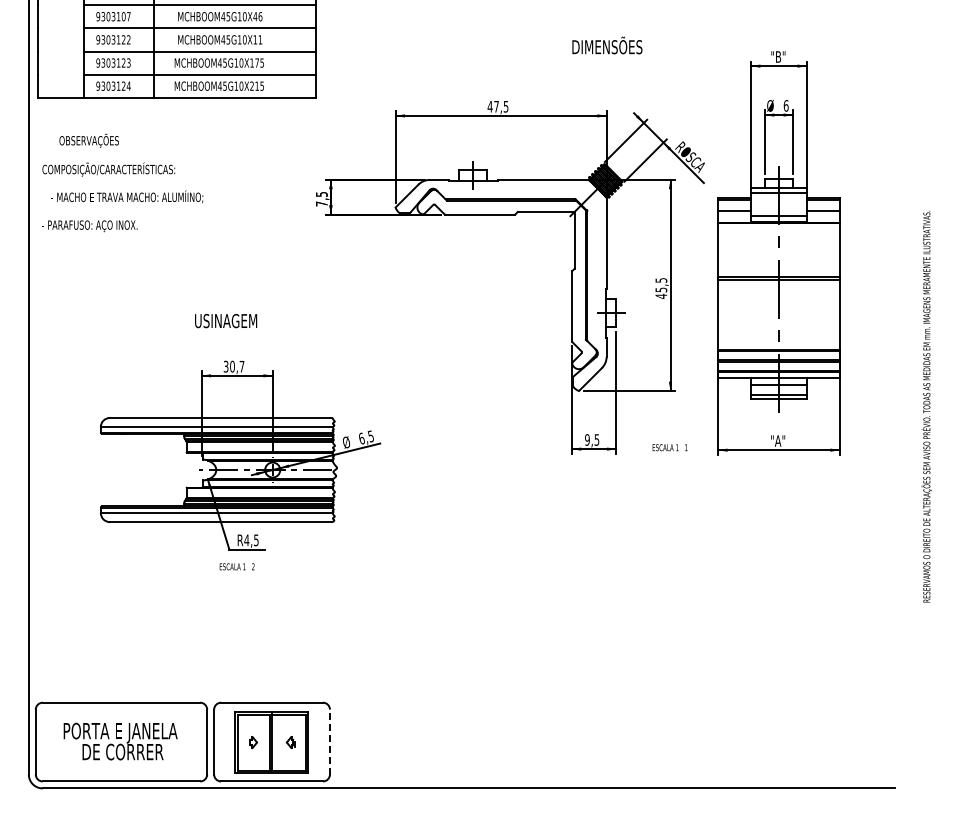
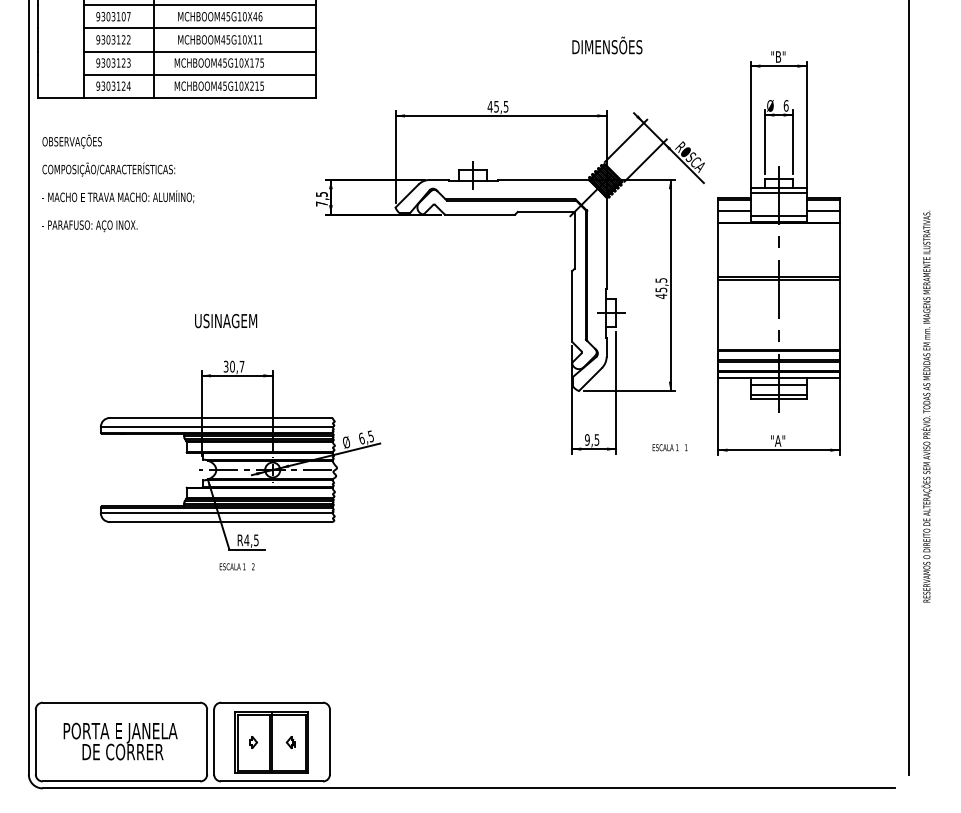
text at (496, 106): 47,5 -> 45,5
text at (88, 140) position: (88, 140) -> (71, 141)
text at (127, 196) position: (127, 196) -> (118, 196)
line at (909, 388): none -> present
line at (329, 741): dashed -> solid
